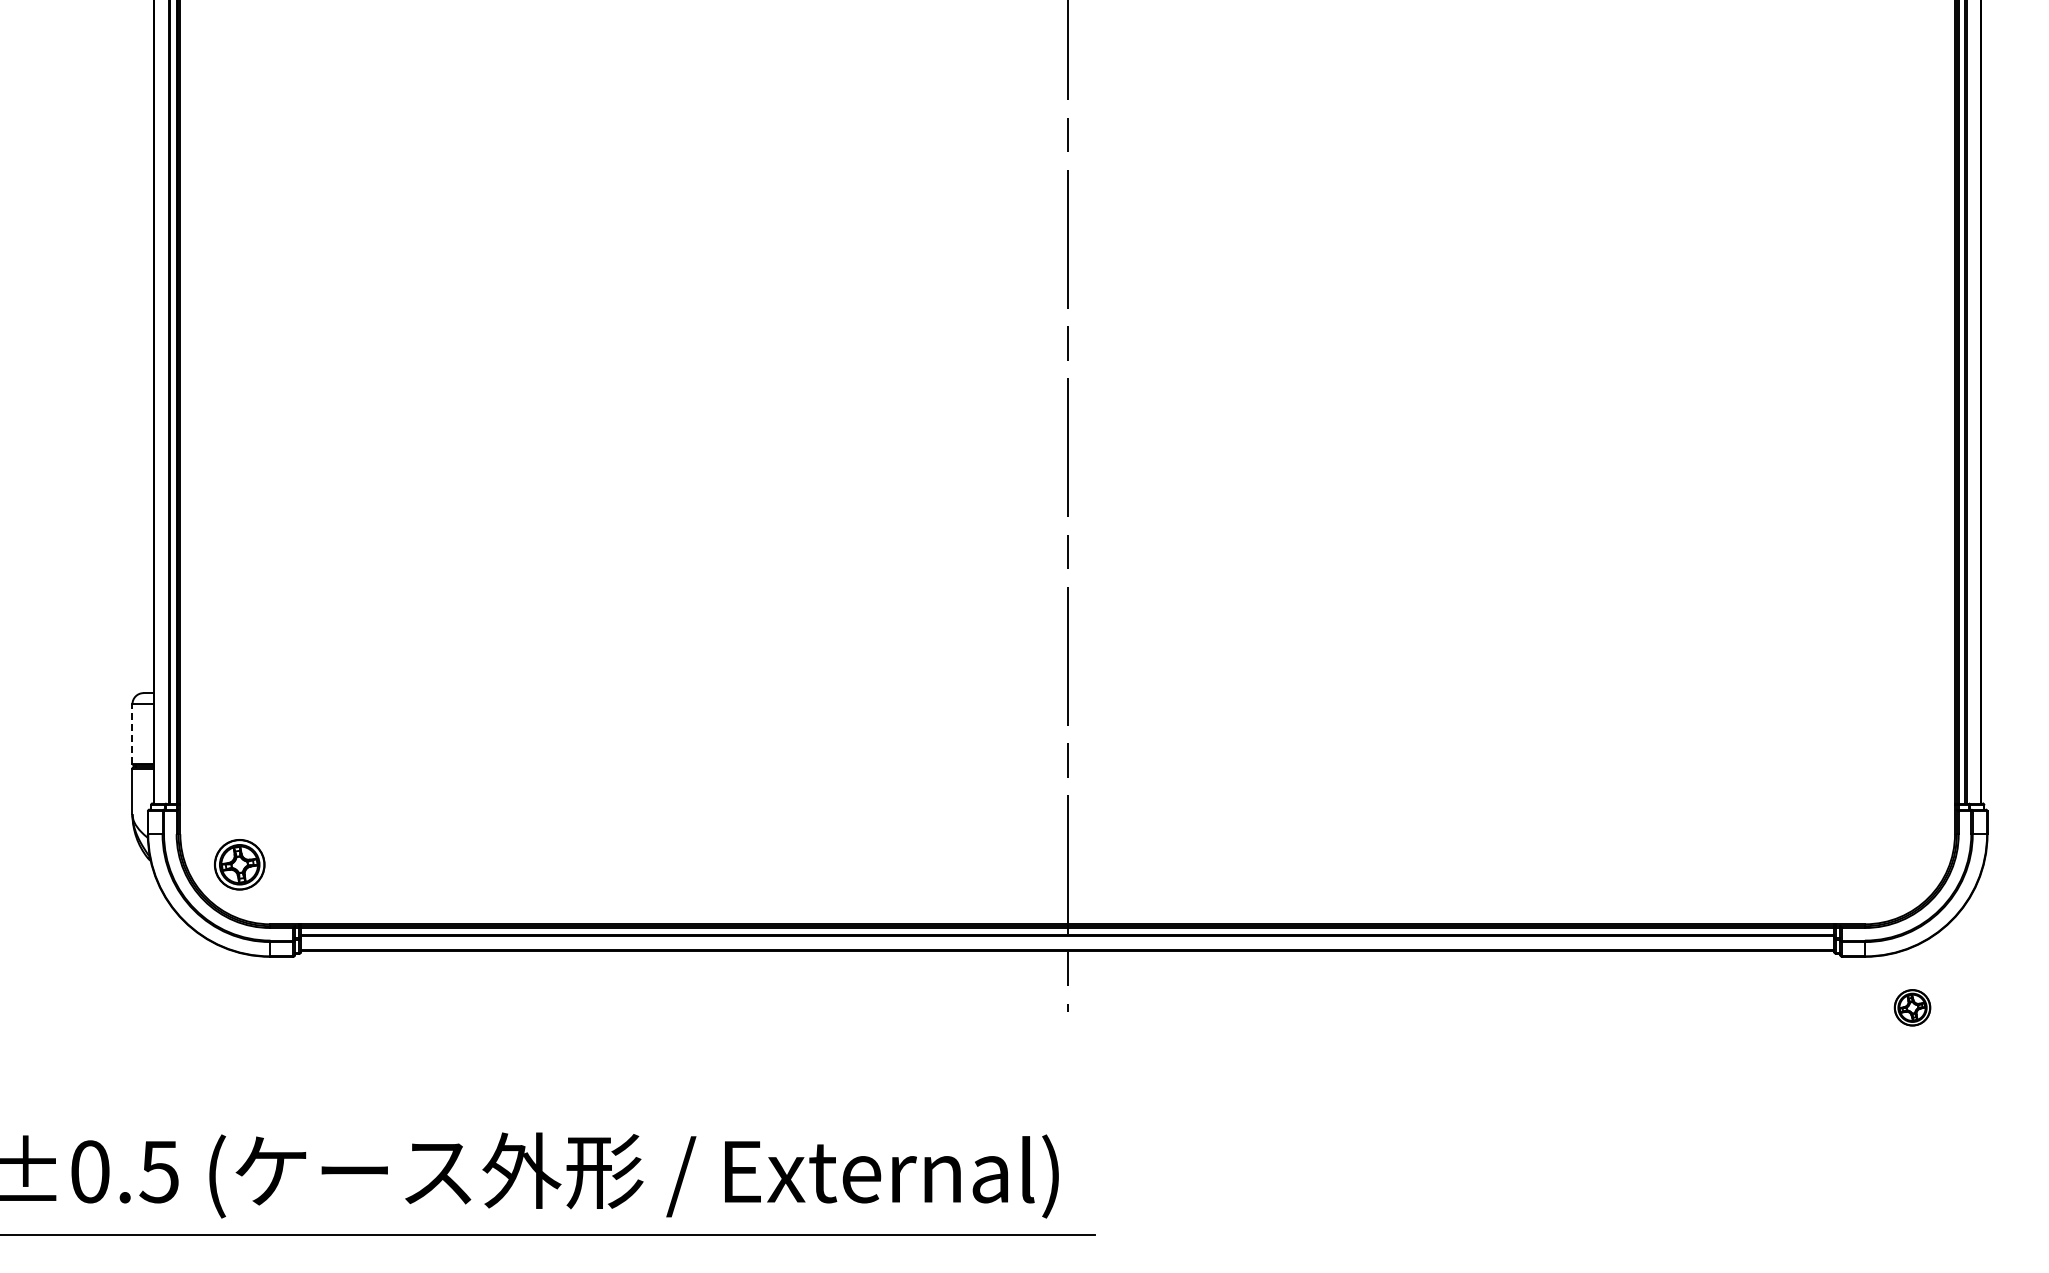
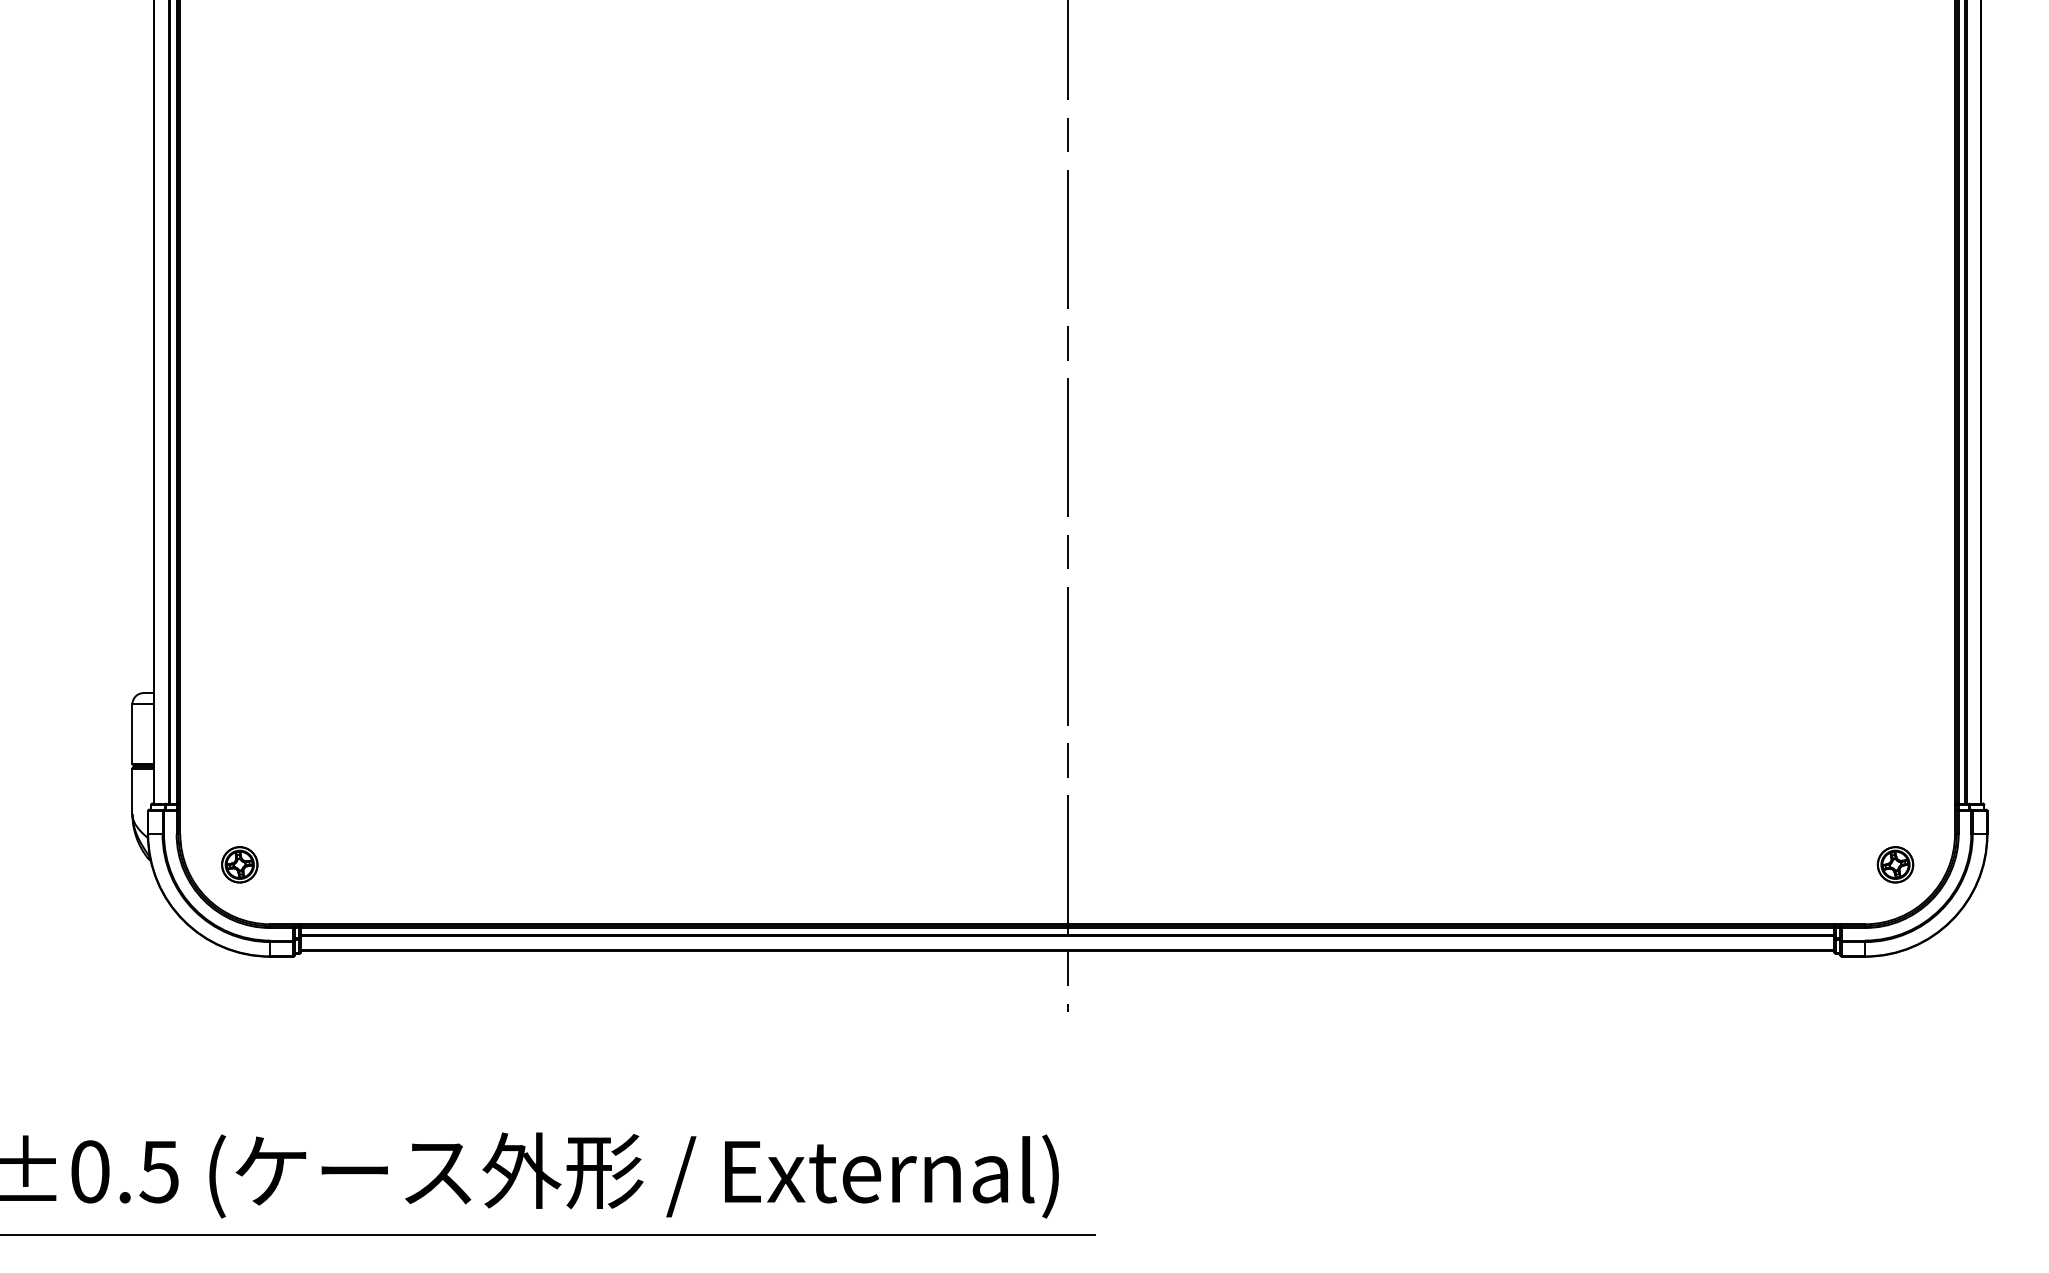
line at (132, 733): dashed -> solid
part at (239, 864) size: 52x52 px -> 38x38 px
part at (1912, 1007) position: (1912, 1007) -> (1895, 864)
